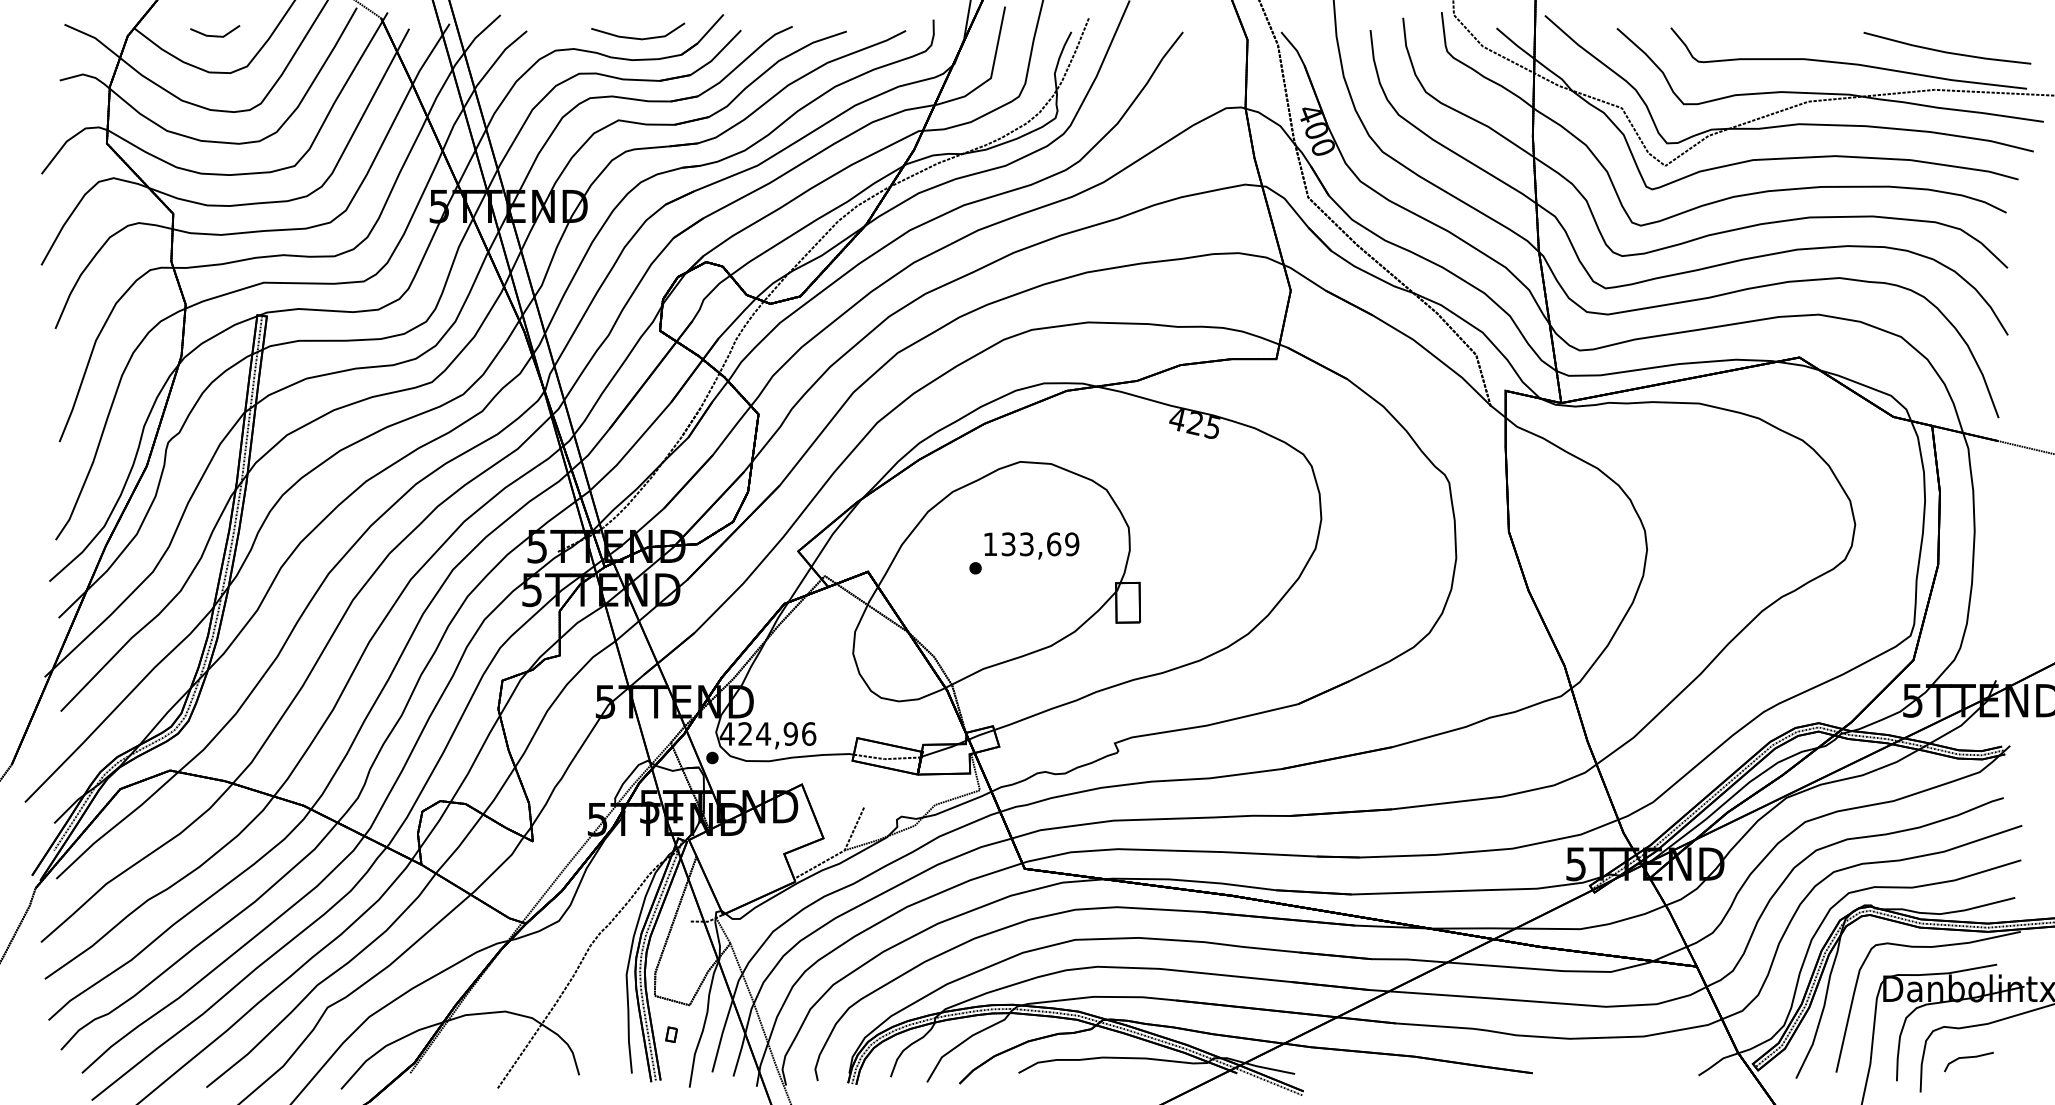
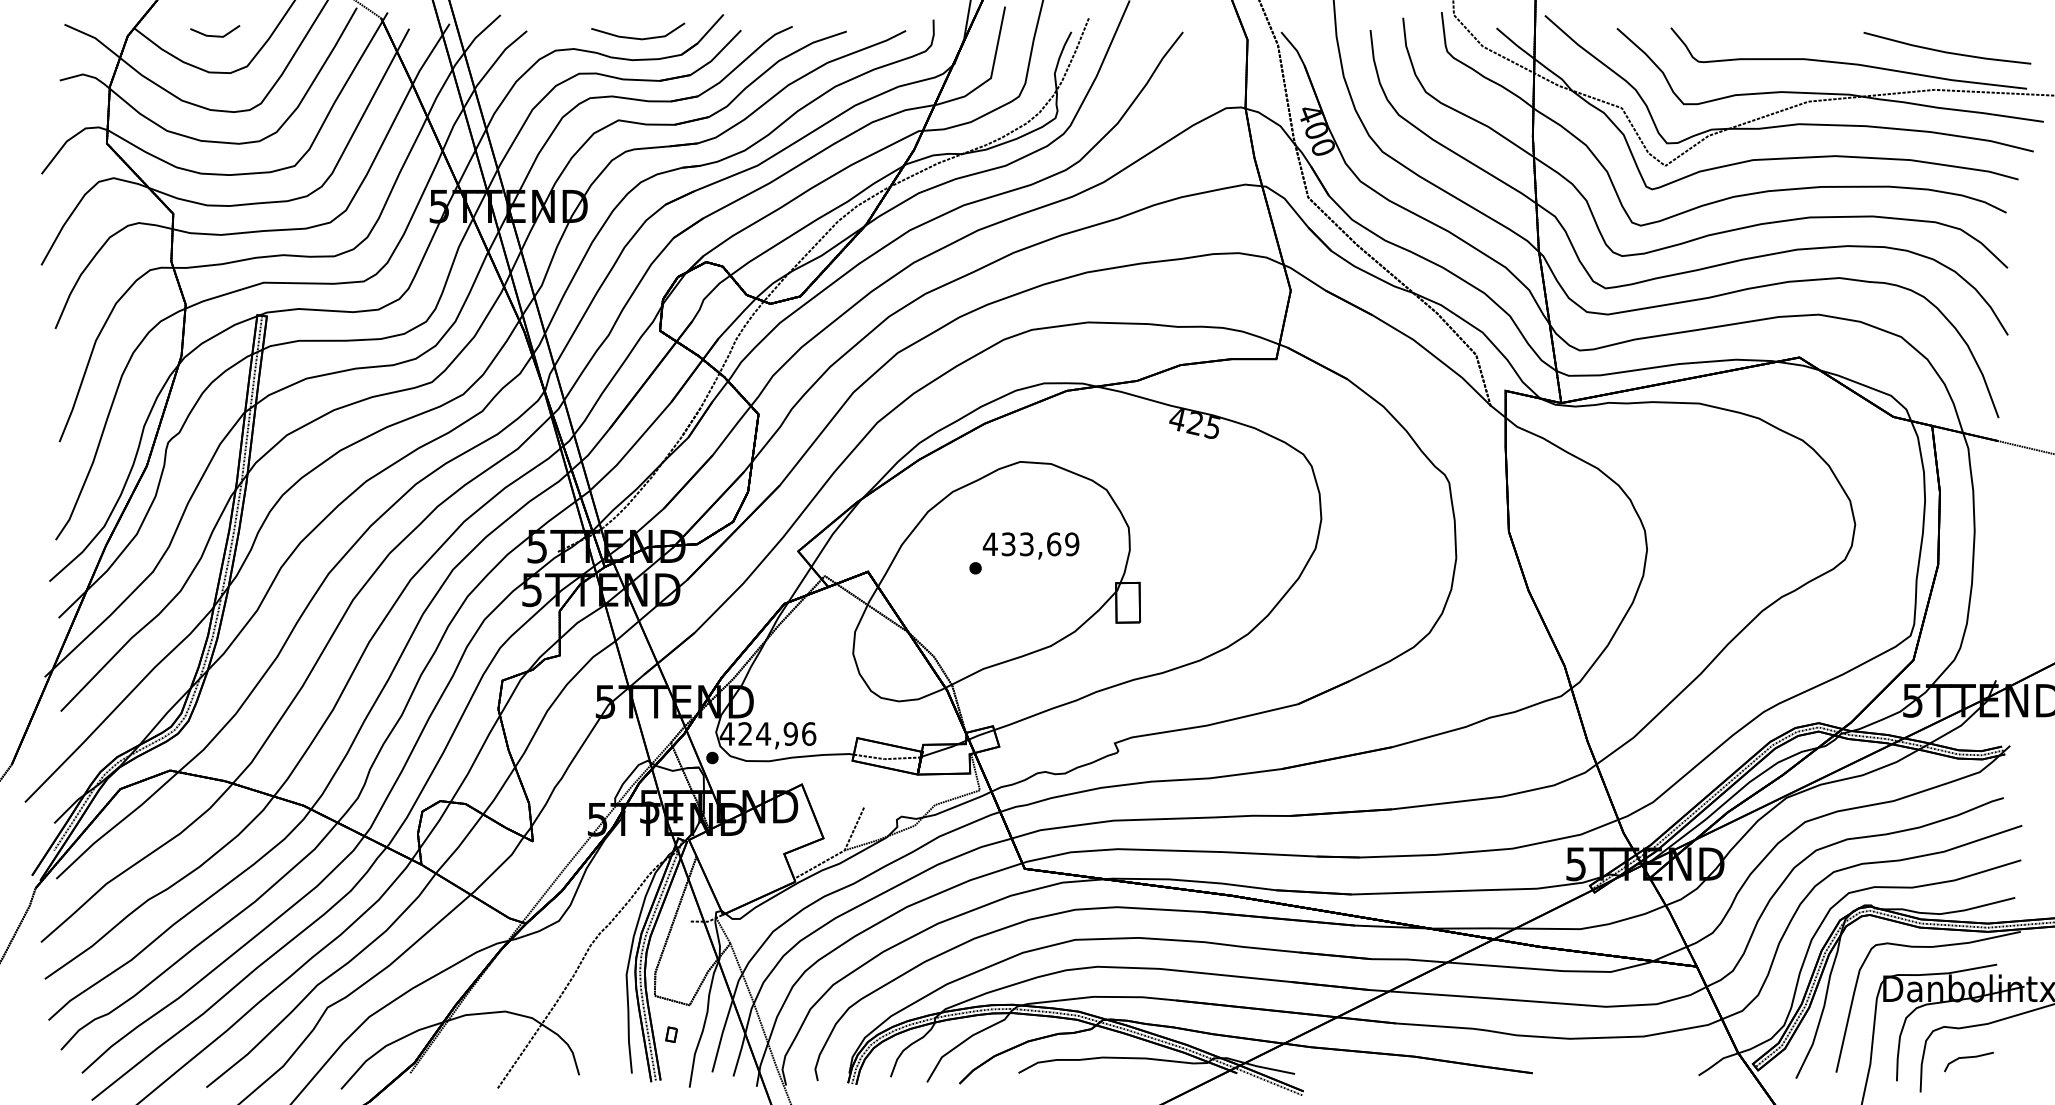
text at (989, 543): 133,69 -> 433,69
